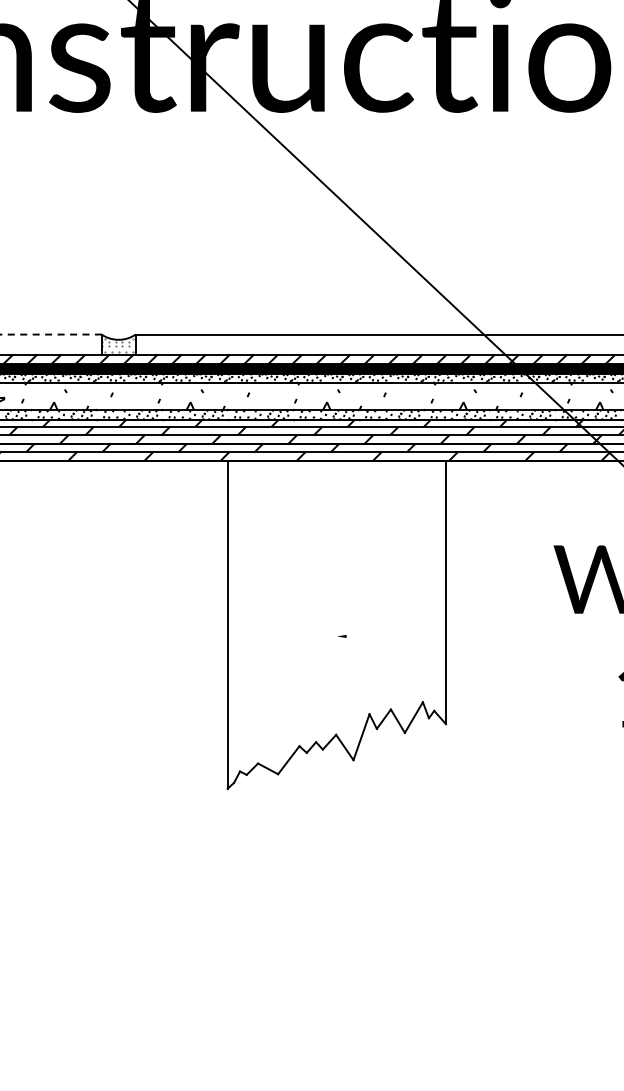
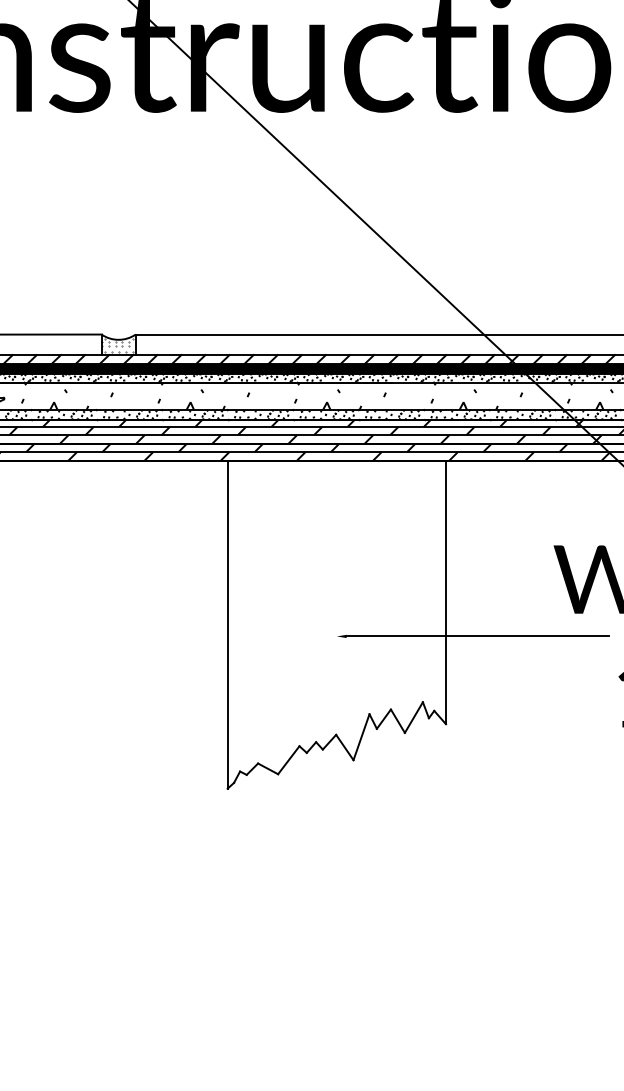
line at (51, 334): dashed -> solid
line at (477, 636): none -> present
